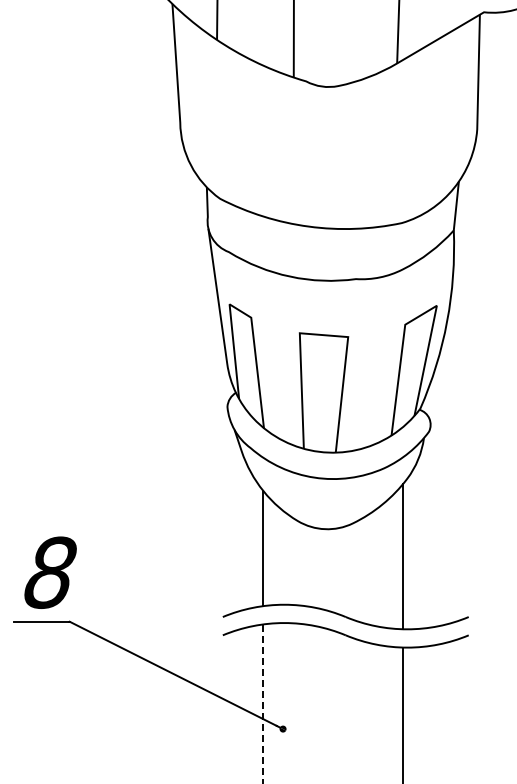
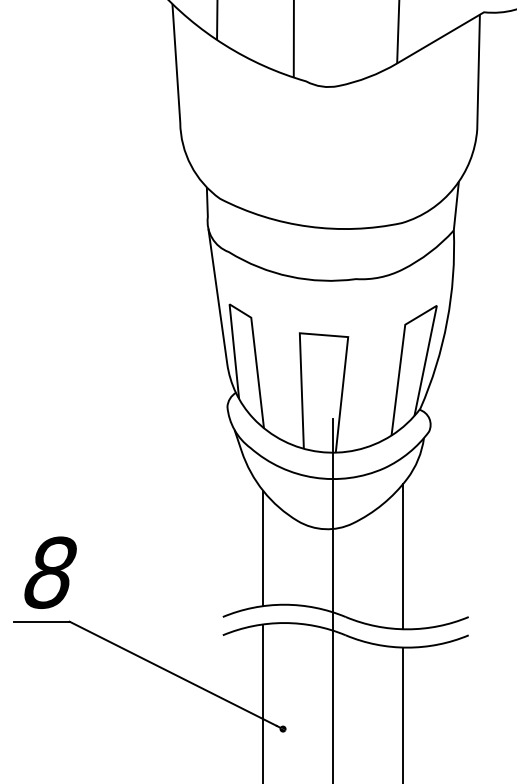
line at (333, 599): none -> present
line at (262, 704): dashed -> solid
